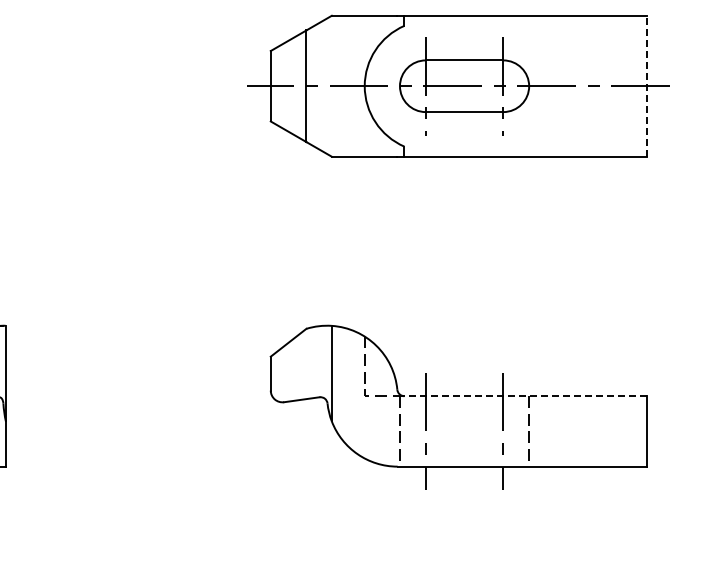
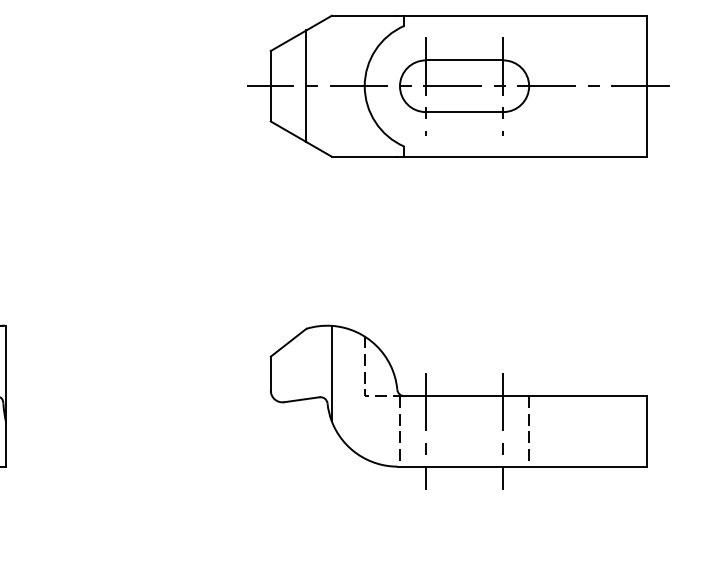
line at (646, 85): dashed -> solid
line at (524, 396): dashed -> solid
